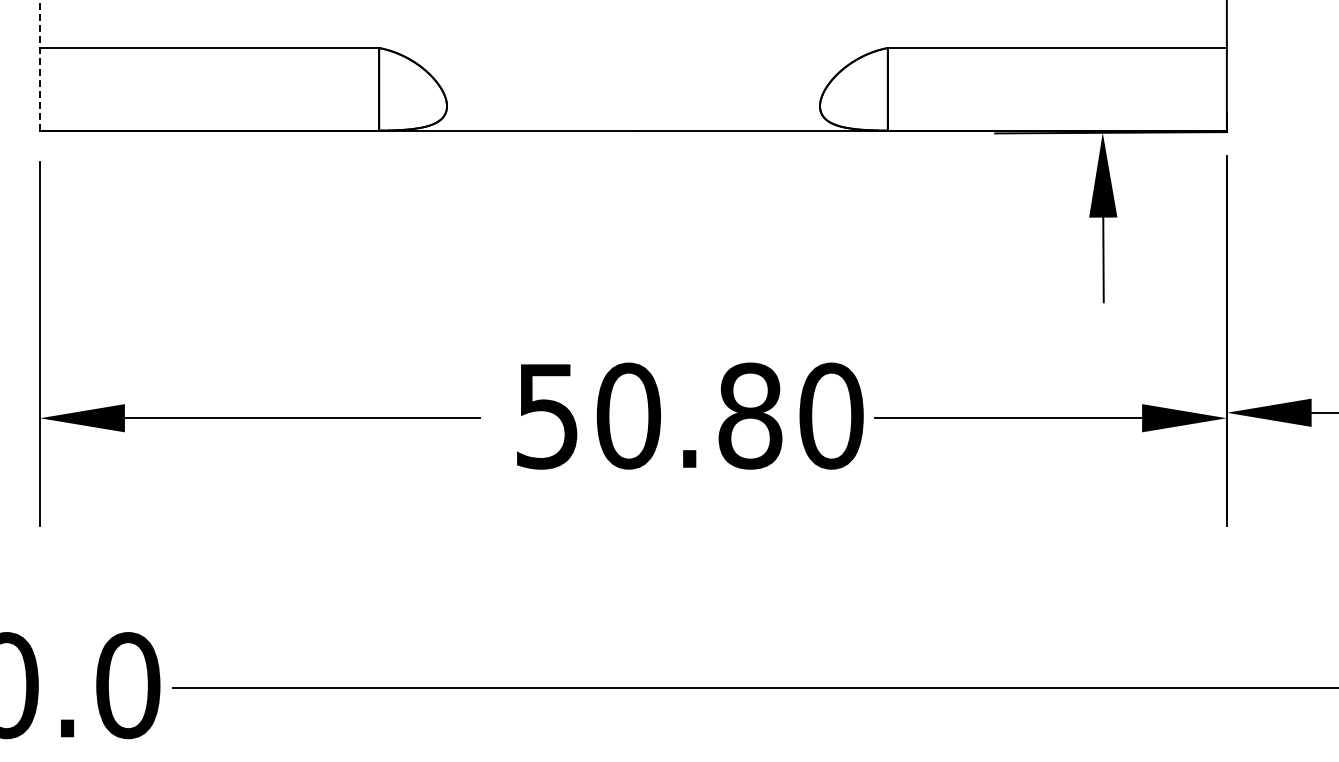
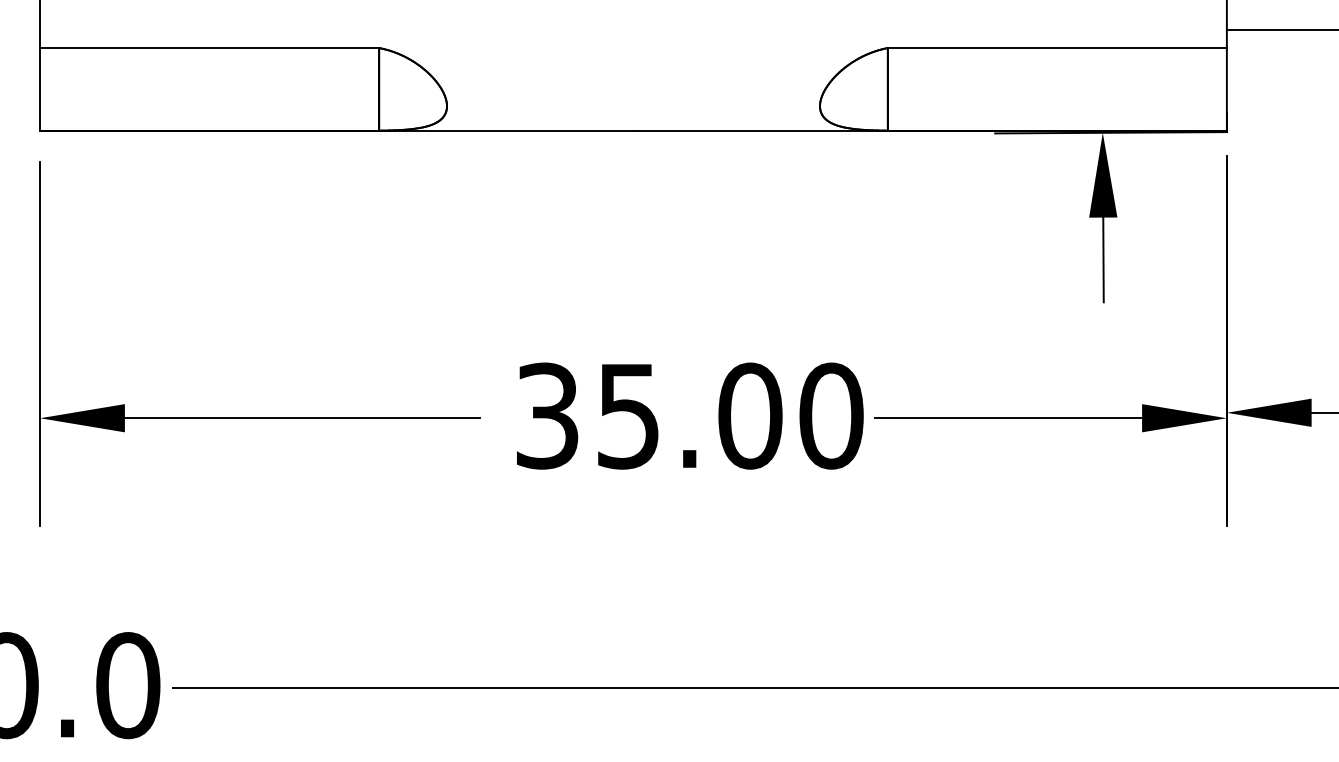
line at (1280, 30): none -> present
line at (40, 65): dashed -> solid
text at (649, 415): 50.80 -> 35.00
